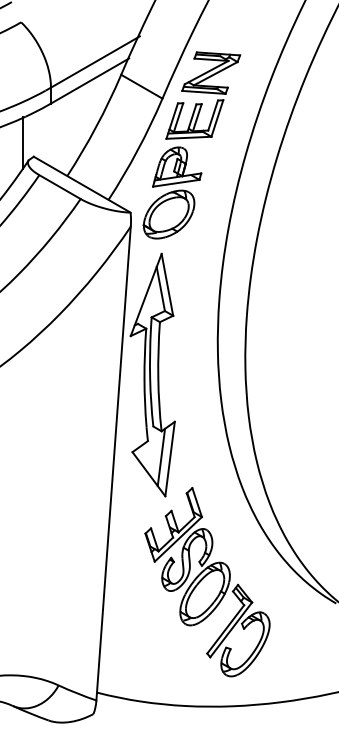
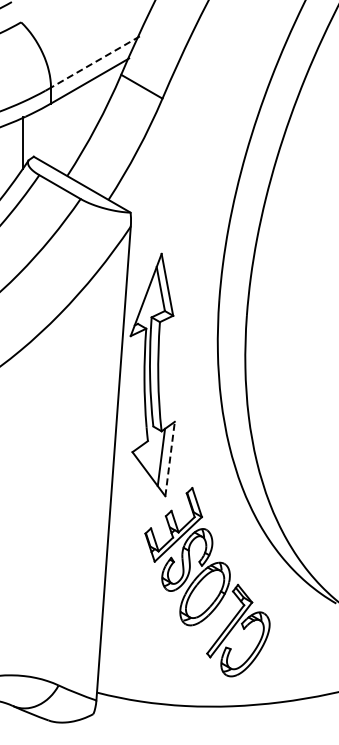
line at (95, 62): solid -> dashed
part at (186, 149): present -> none
line at (170, 459): solid -> dashed
